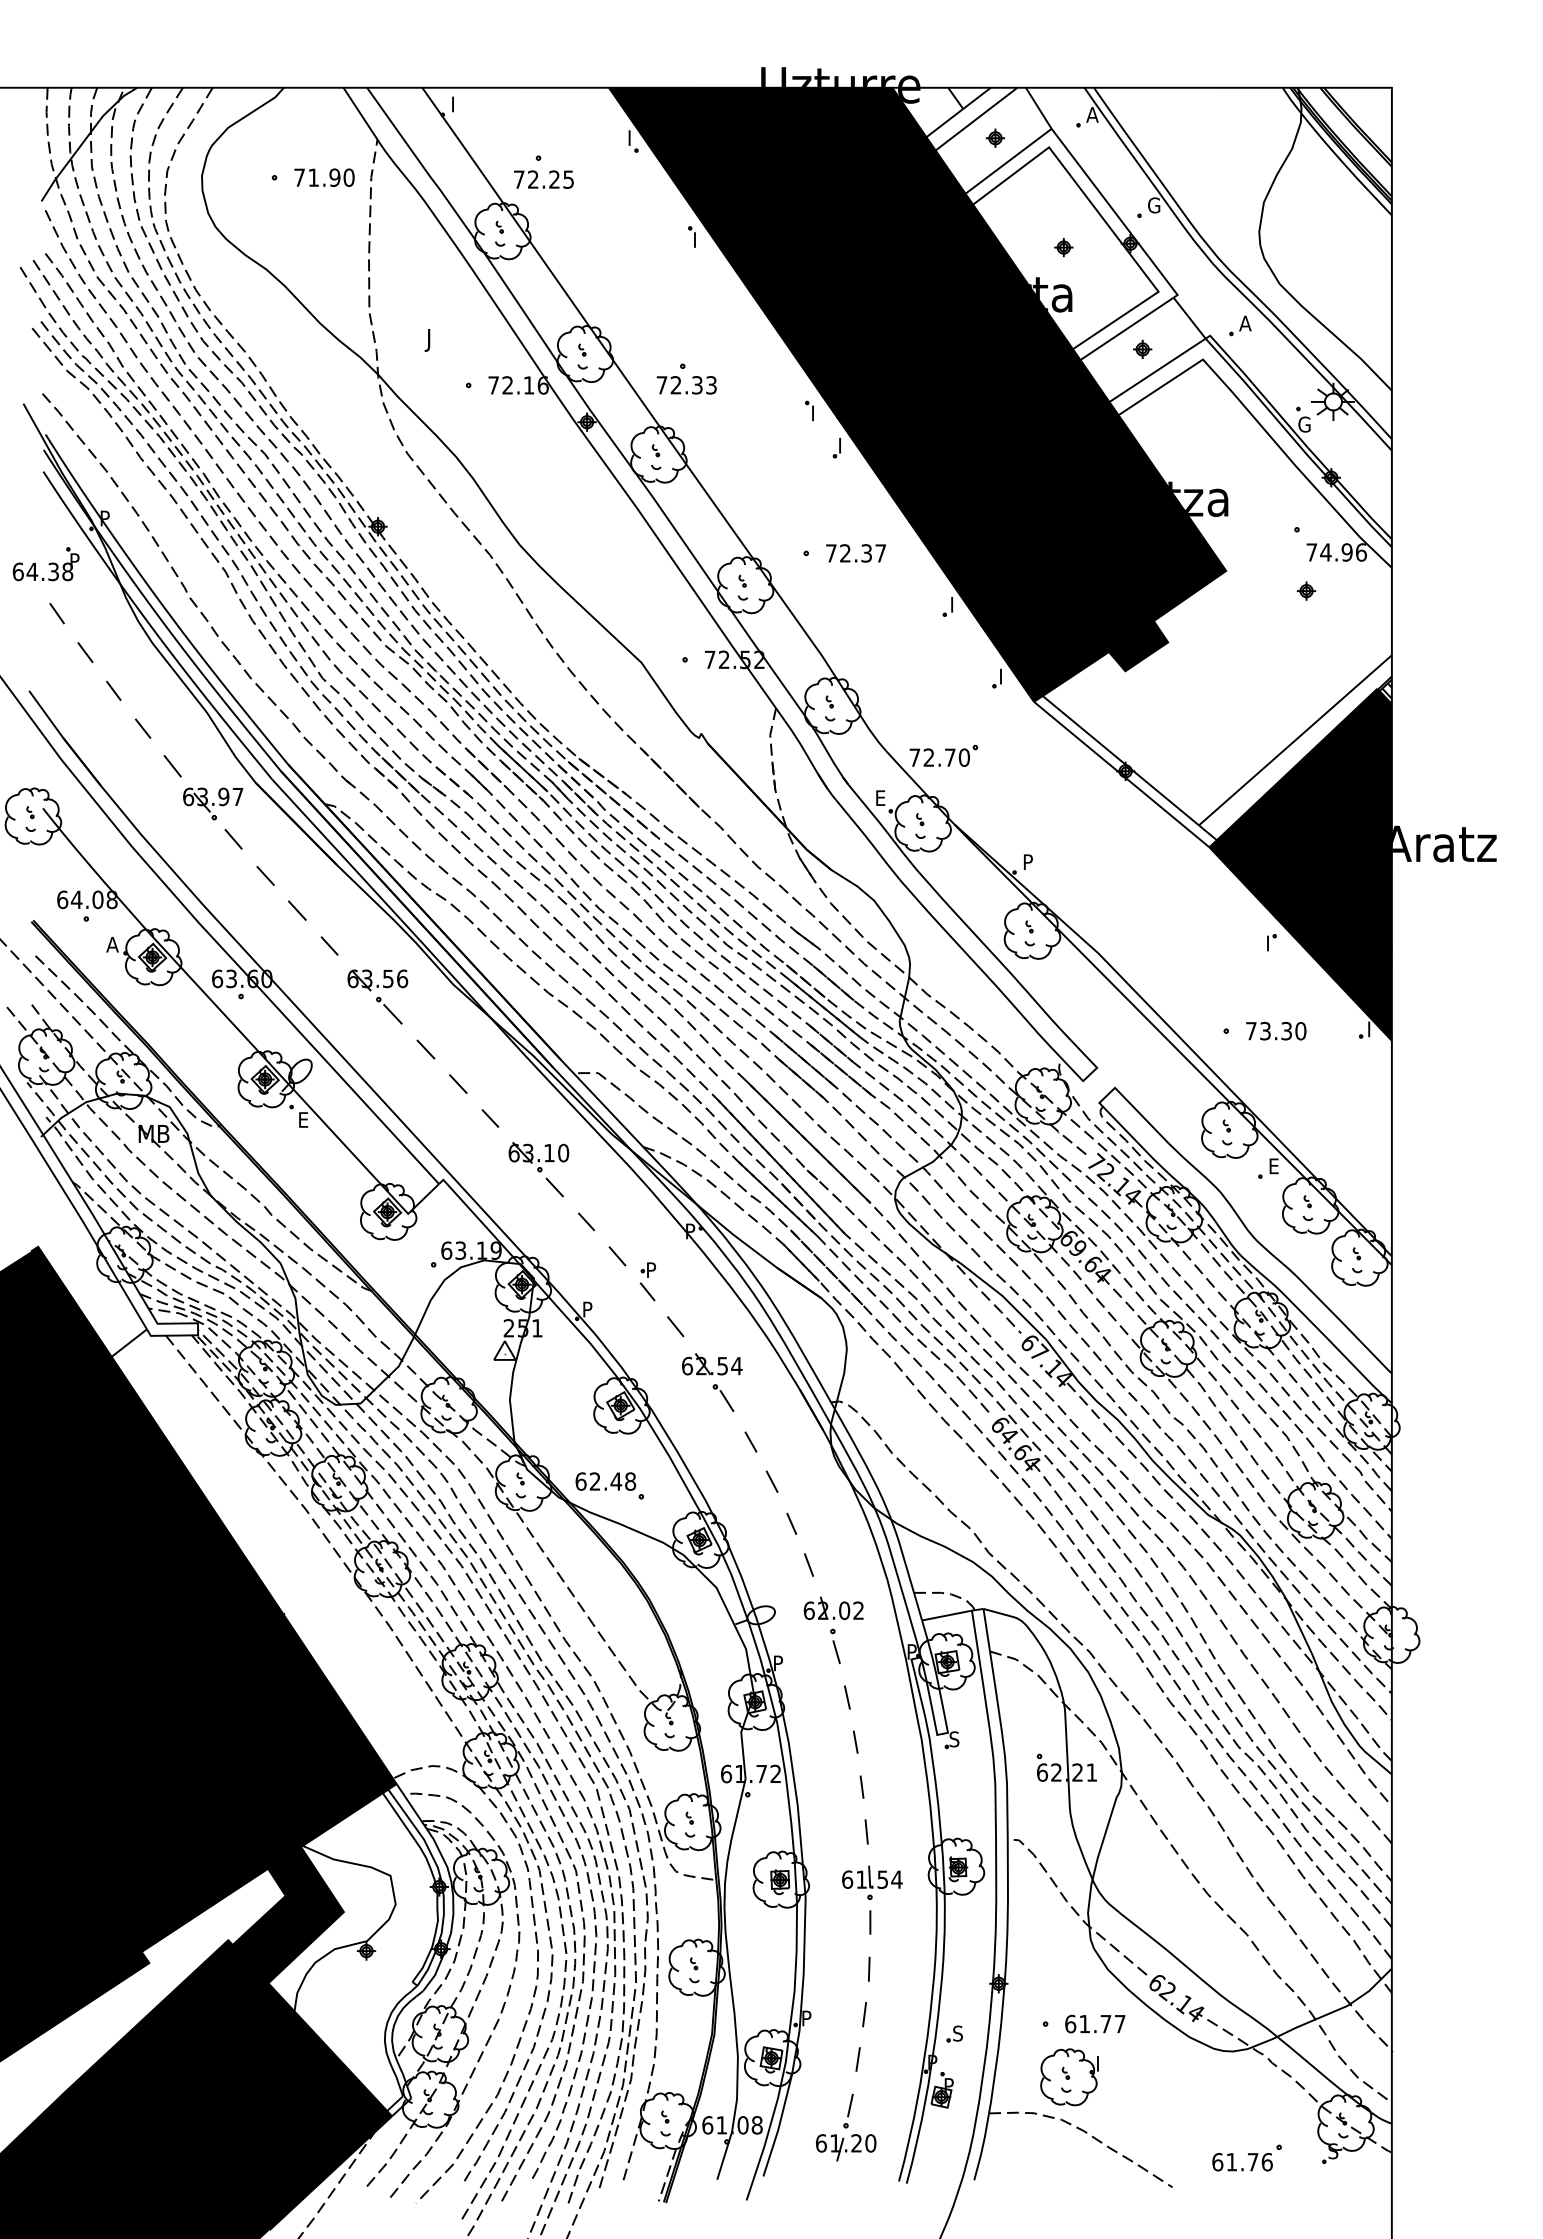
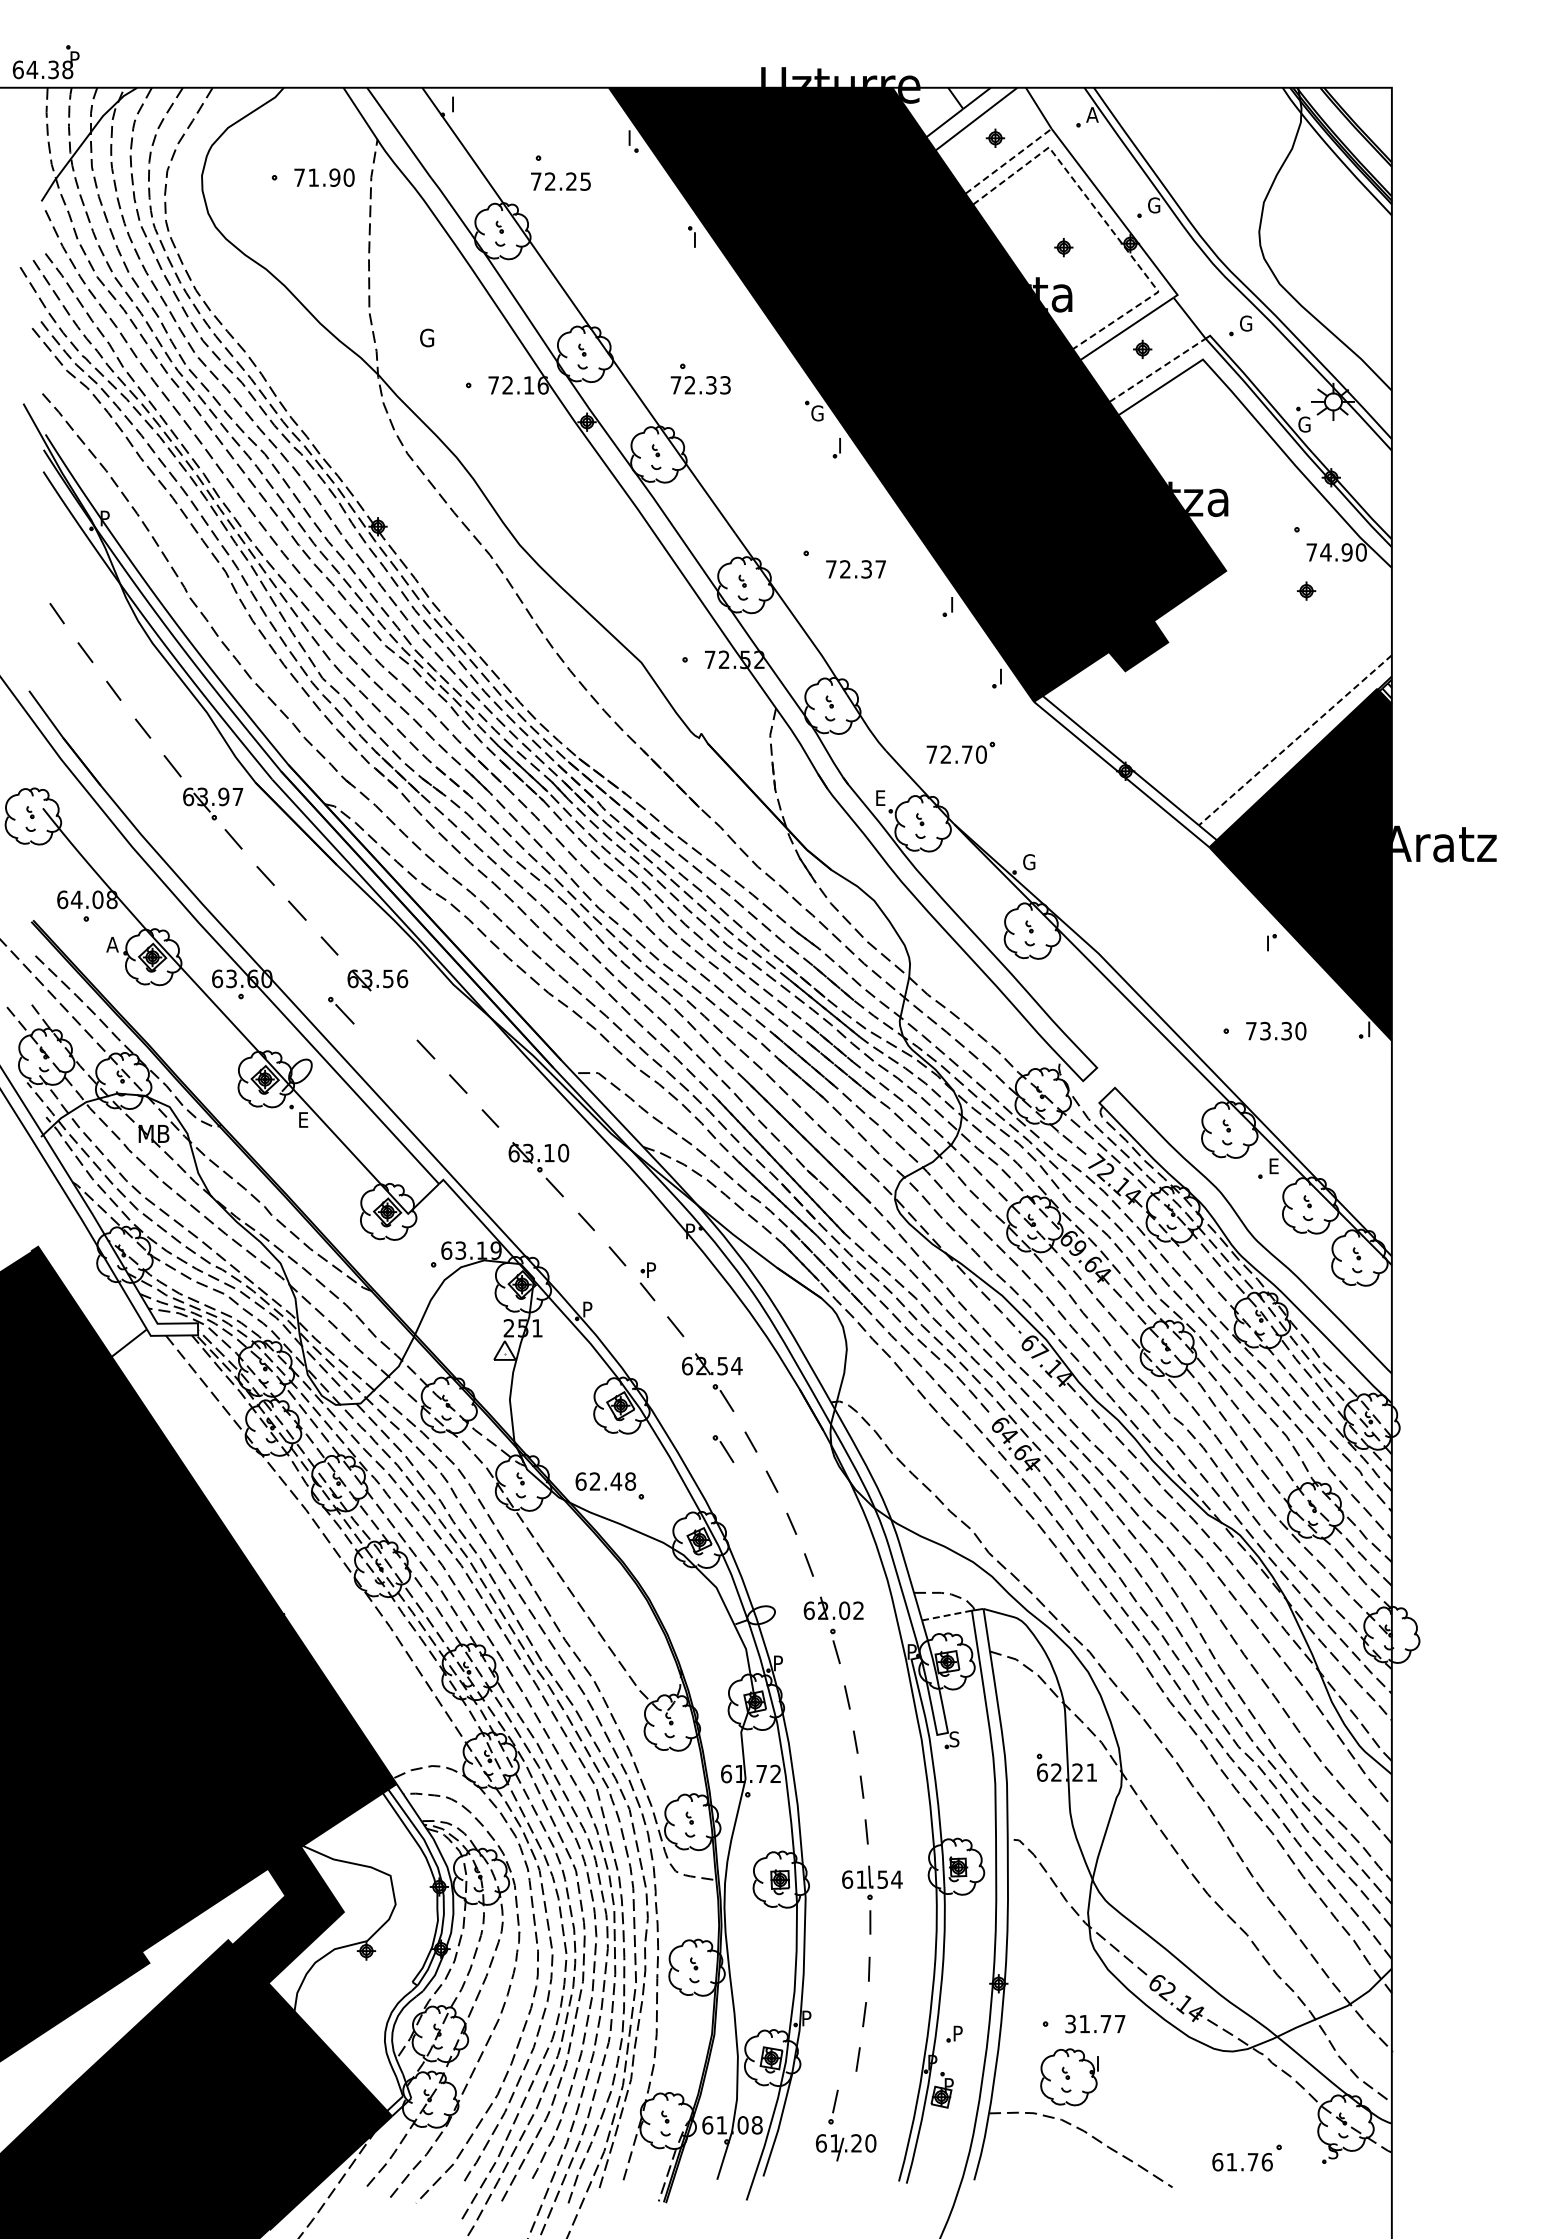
line at (1008, 161): solid -> dashed
text at (543, 179) position: (543, 179) -> (560, 181)
line at (1106, 222): solid -> dashed
text at (1245, 323): A -> G
text at (427, 339): J -> G
line at (1157, 370): solid -> dashed
text at (686, 385) position: (686, 385) -> (700, 385)
text at (817, 413): I -> G
text at (1360, 552): 74.96 -> 74.90
text at (855, 553) position: (855, 553) -> (855, 569)
part at (45, 564) position: (45, 564) -> (45, 62)
line at (1295, 740): solid -> dashed
part at (943, 755) position: (943, 755) -> (960, 752)
text at (1029, 862): P -> G
part at (389, 1010) position: (389, 1010) -> (341, 1010)
part at (723, 1448): none -> present
line at (947, 1615): solid -> dashed
text at (1070, 2023): 61.77 -> 31.77
text at (957, 2033): S -> P
part at (848, 2110) position: (848, 2110) -> (833, 2106)
